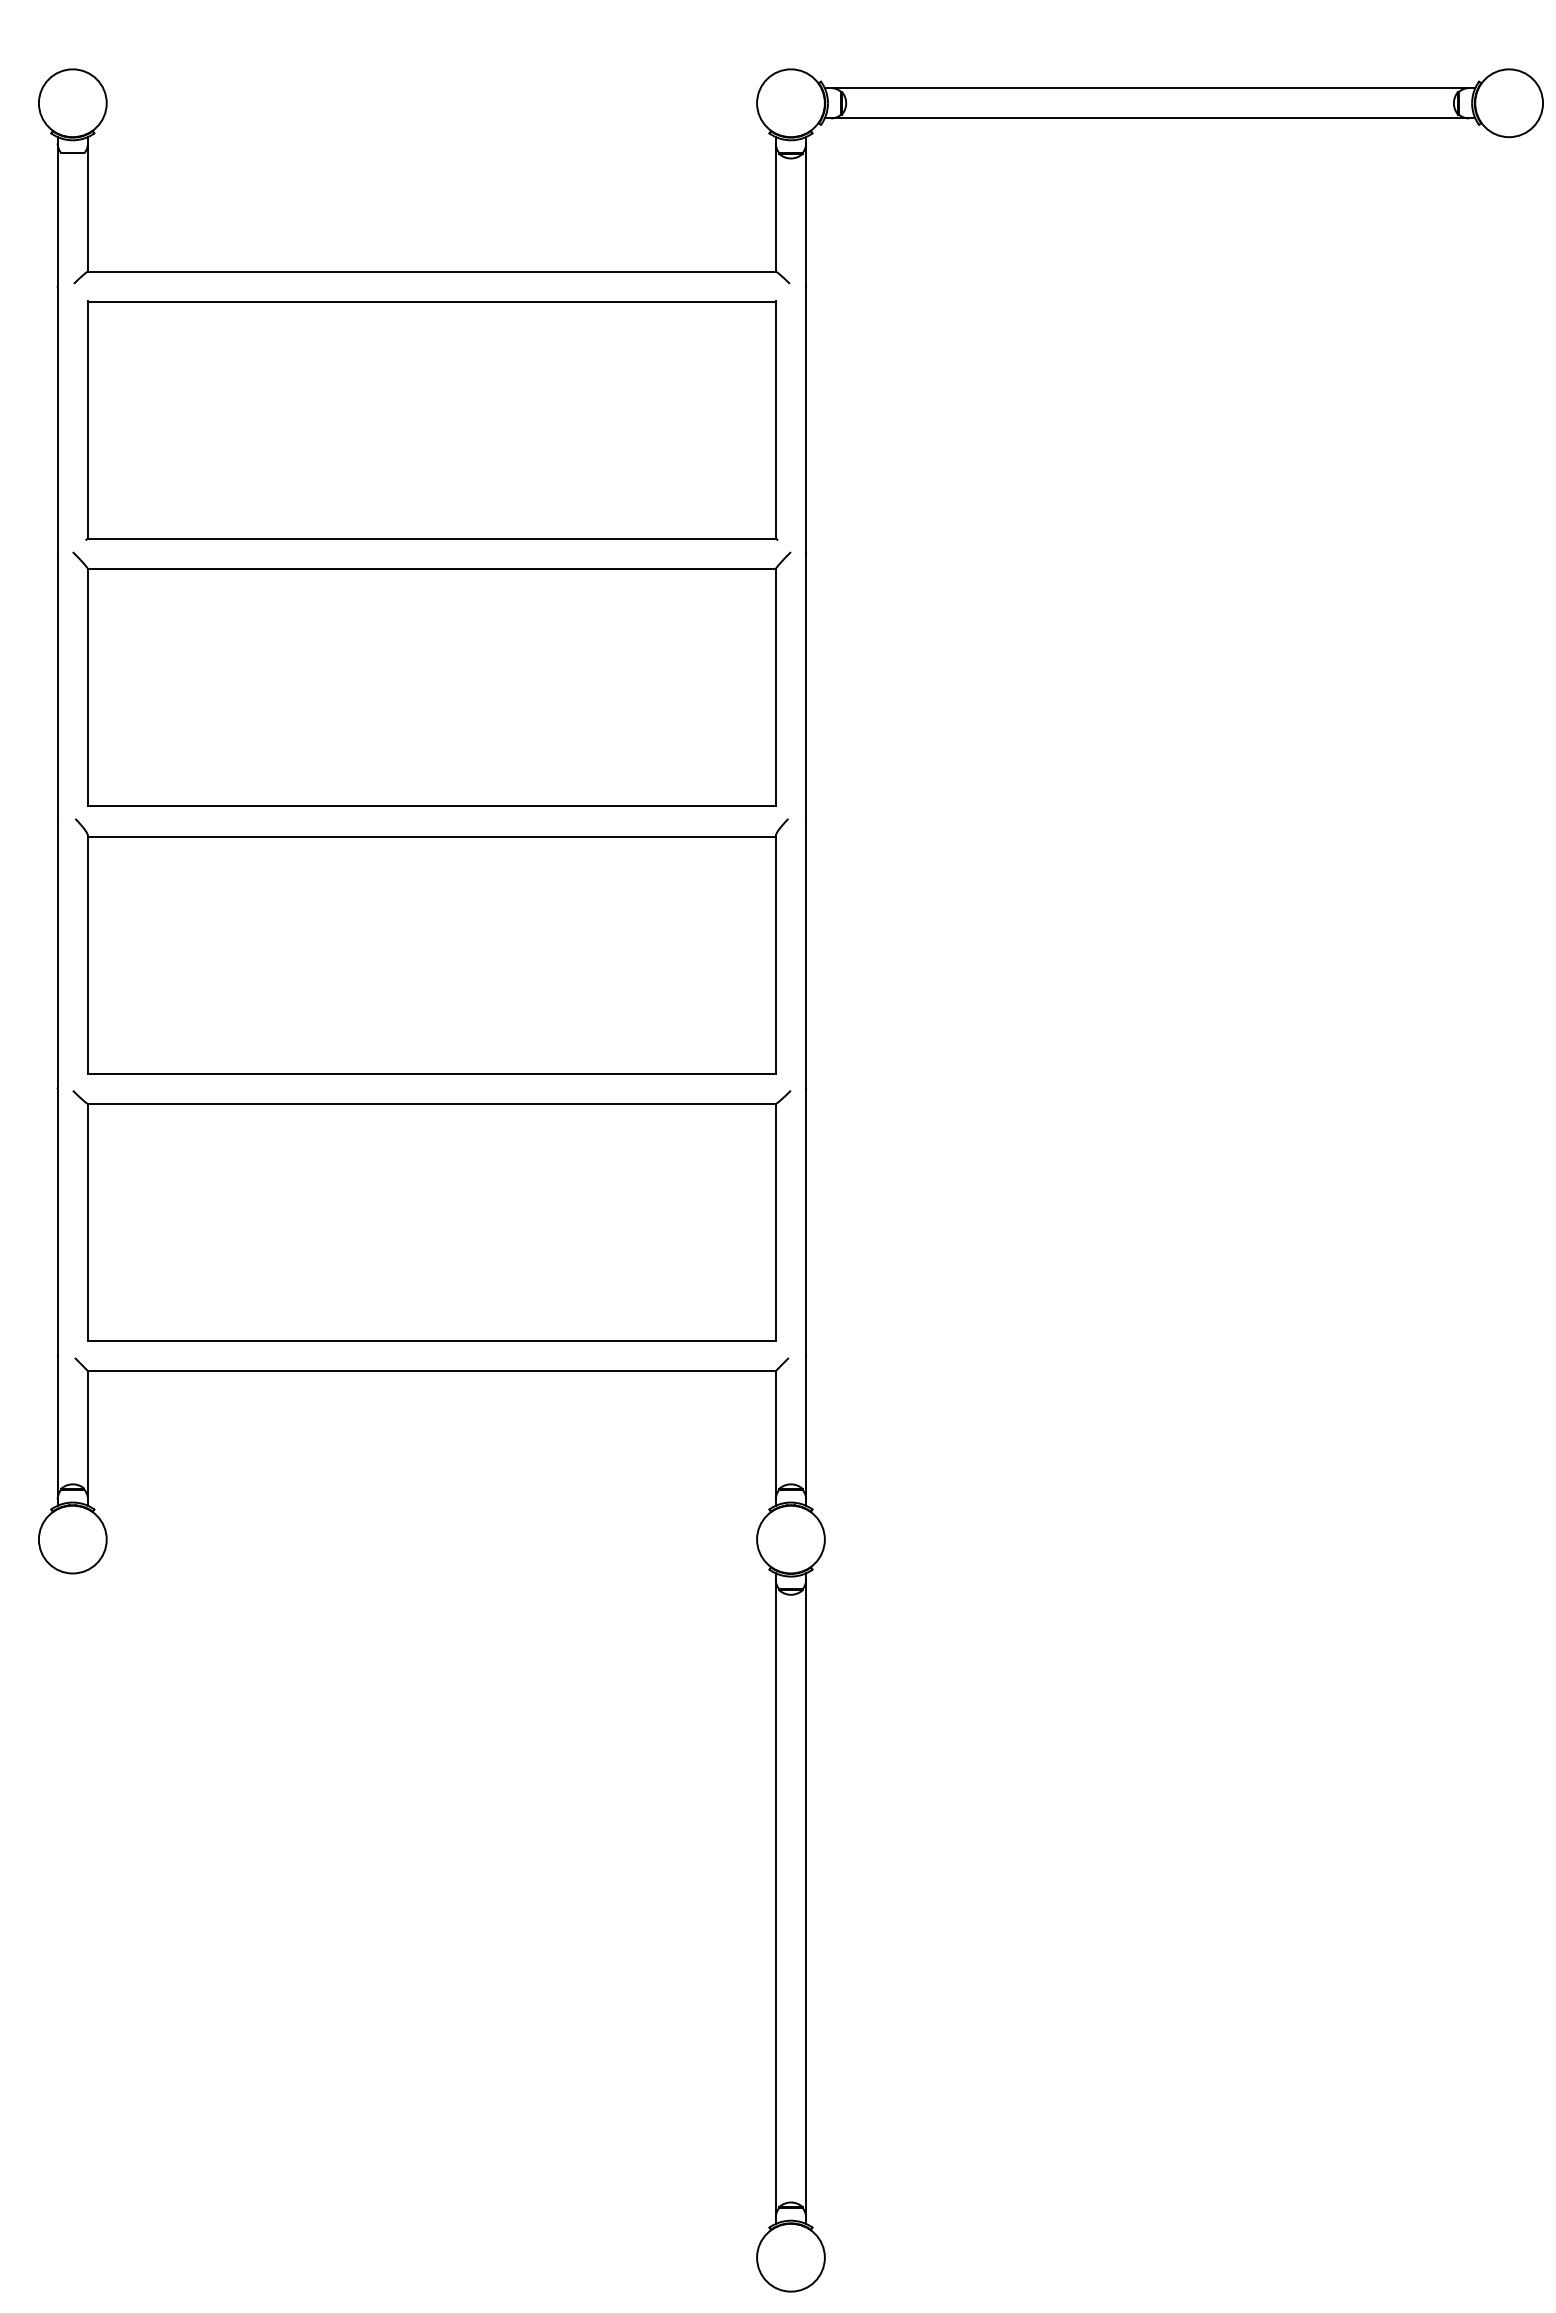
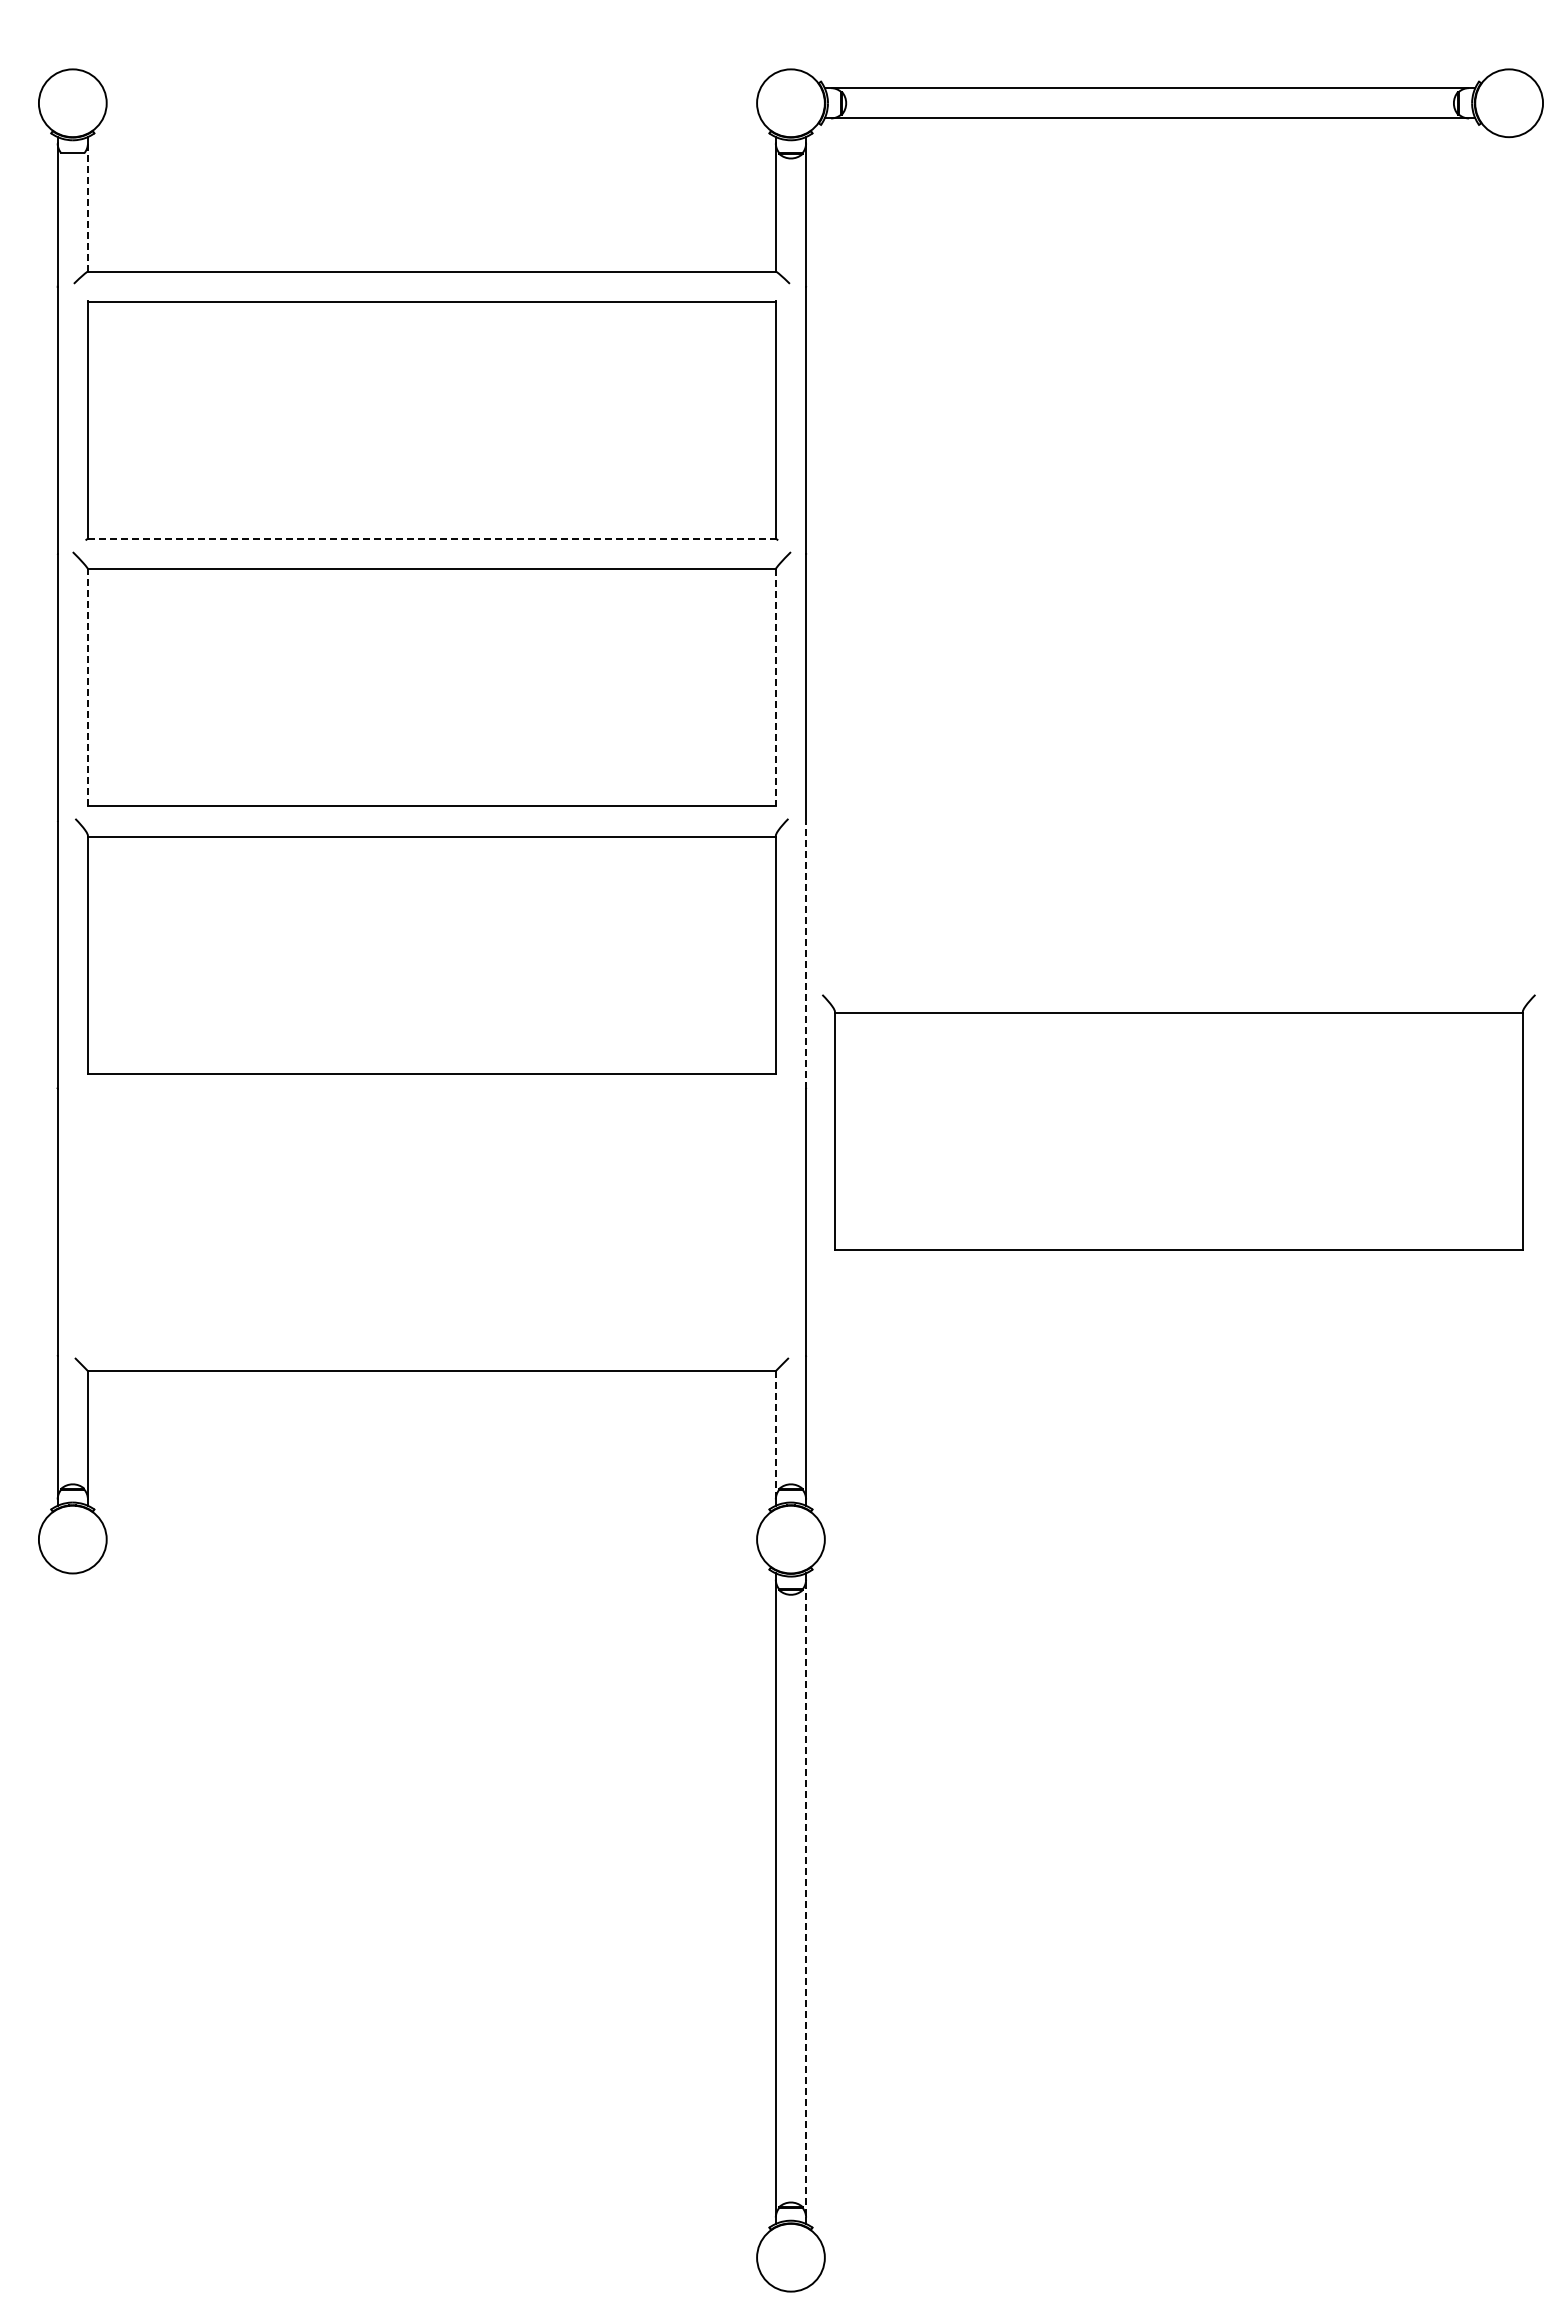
line at (87, 207): solid -> dashed
line at (432, 538): solid -> dashed
line at (87, 687): solid -> dashed
line at (775, 687): solid -> dashed
line at (806, 955): solid -> dashed
part at (1178, 1122): none -> present
part at (431, 1215): present -> none
line at (775, 1435): solid -> dashed
line at (805, 1898): solid -> dashed
